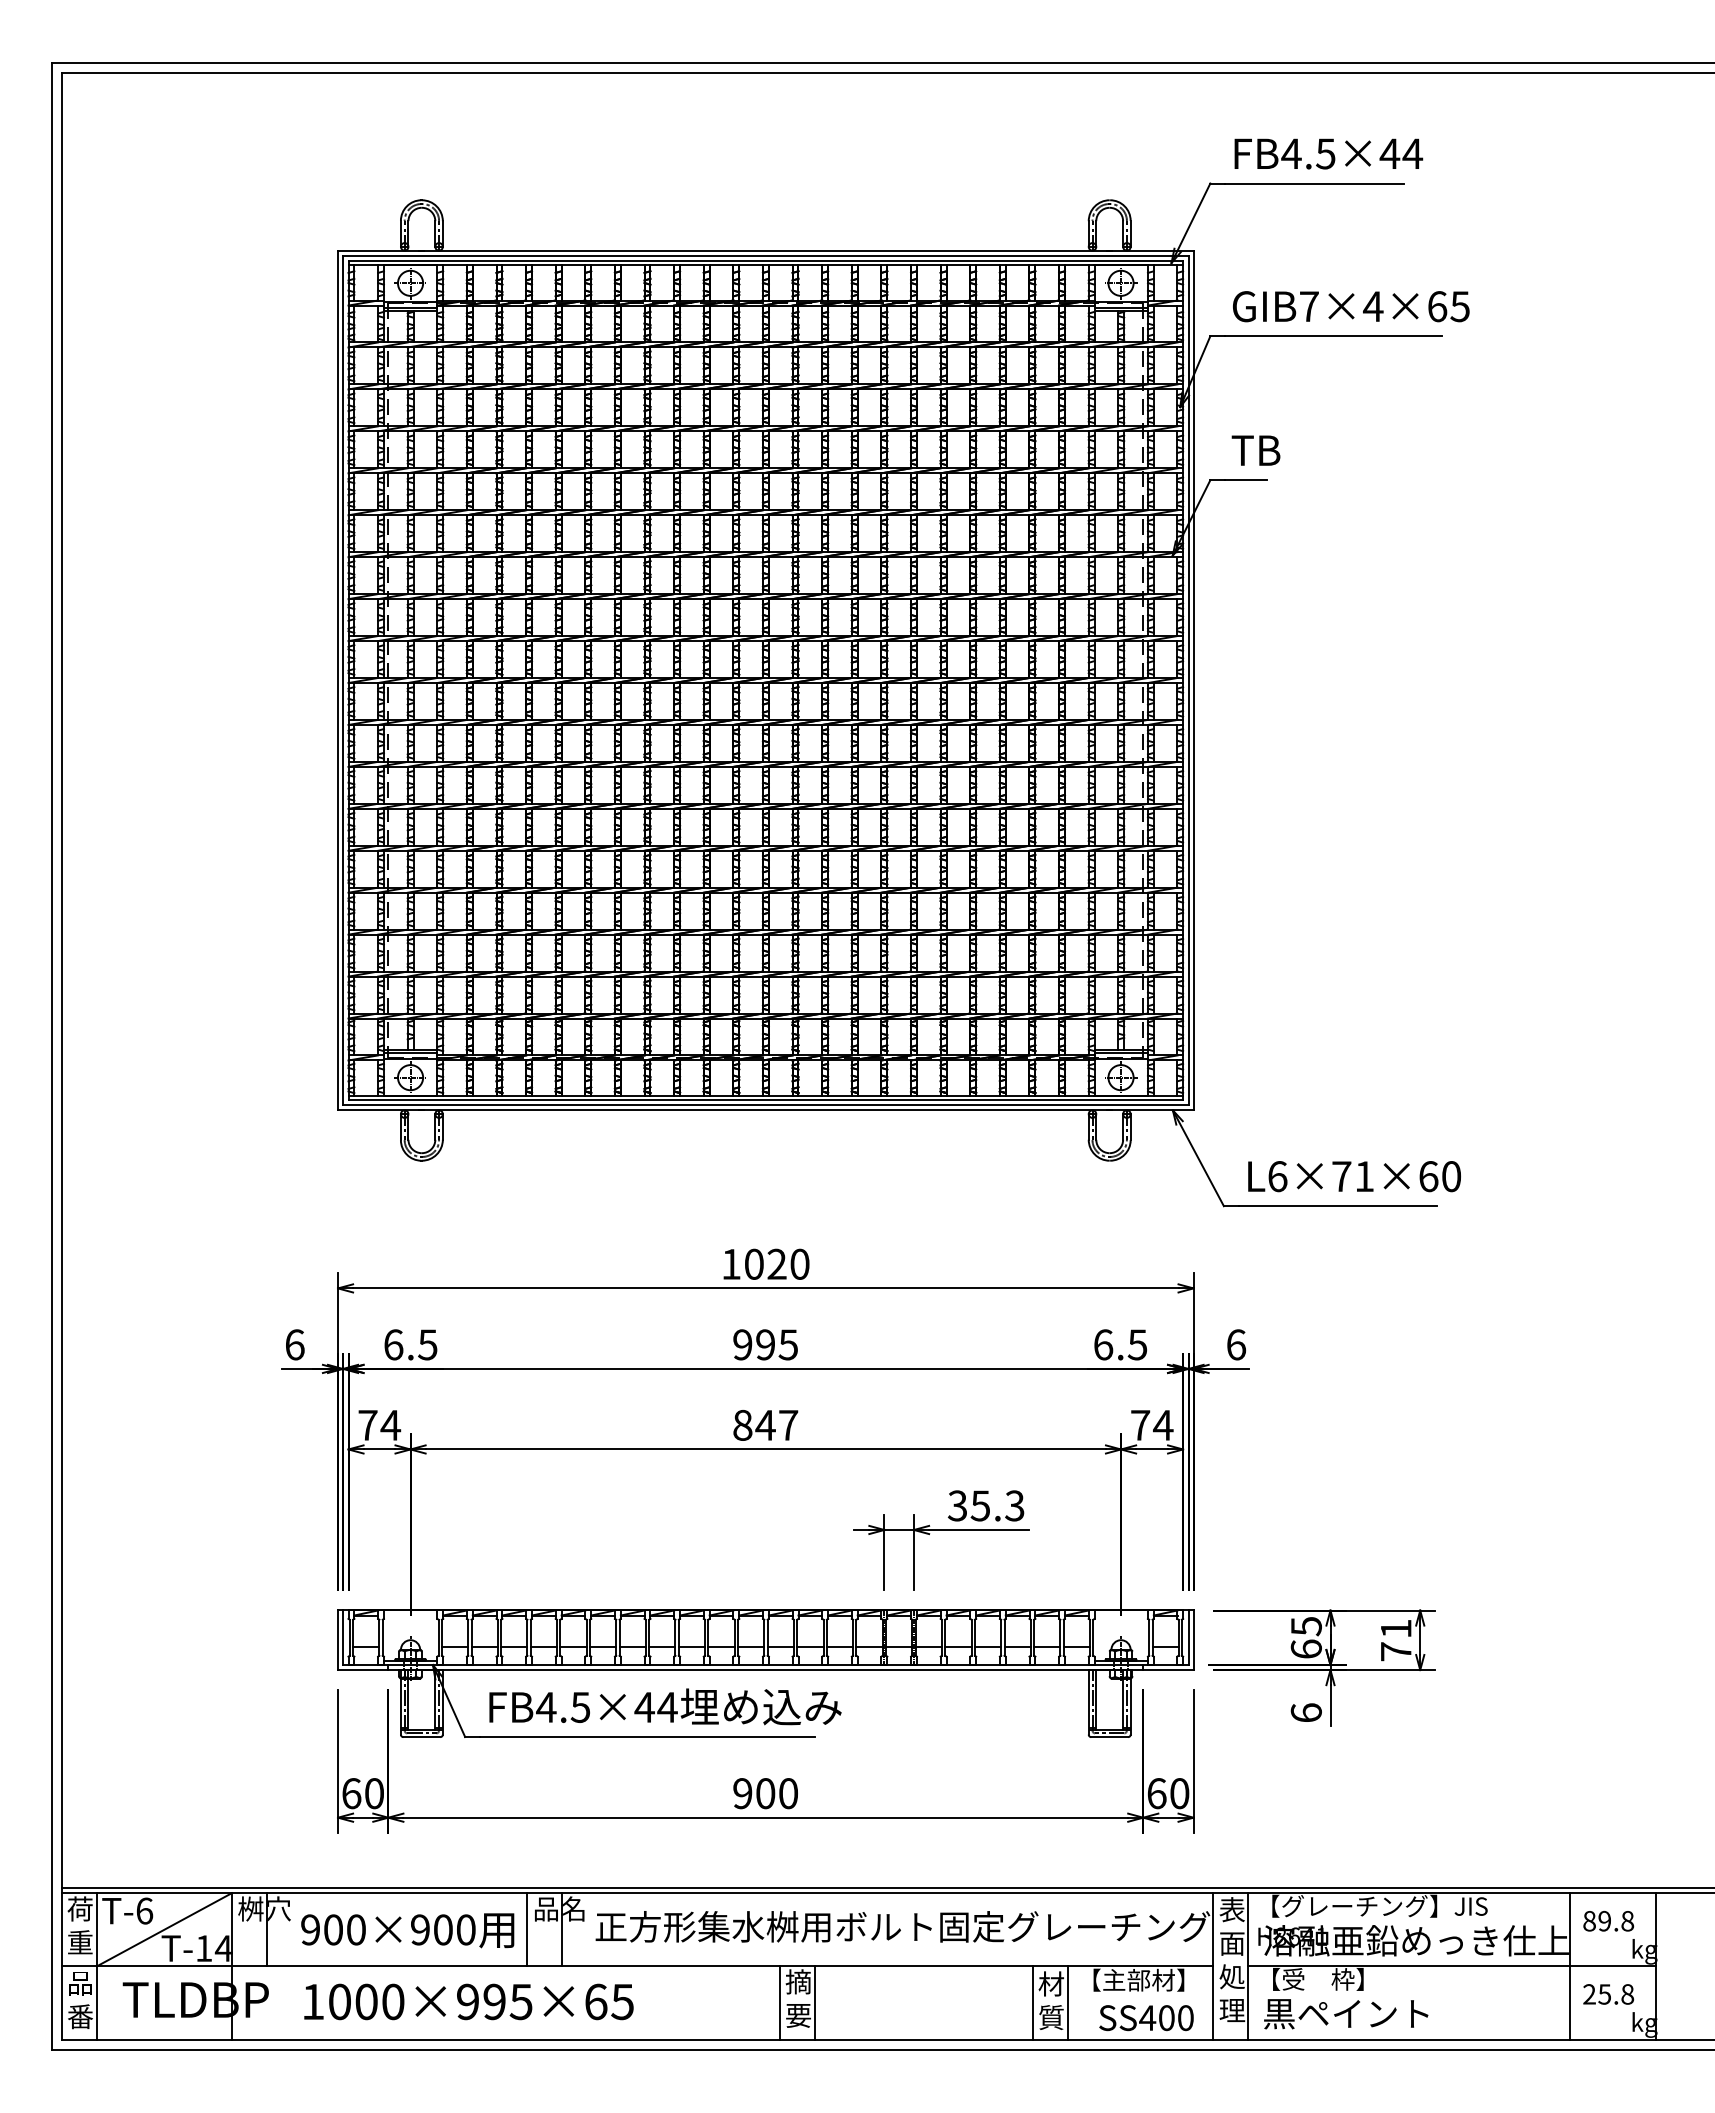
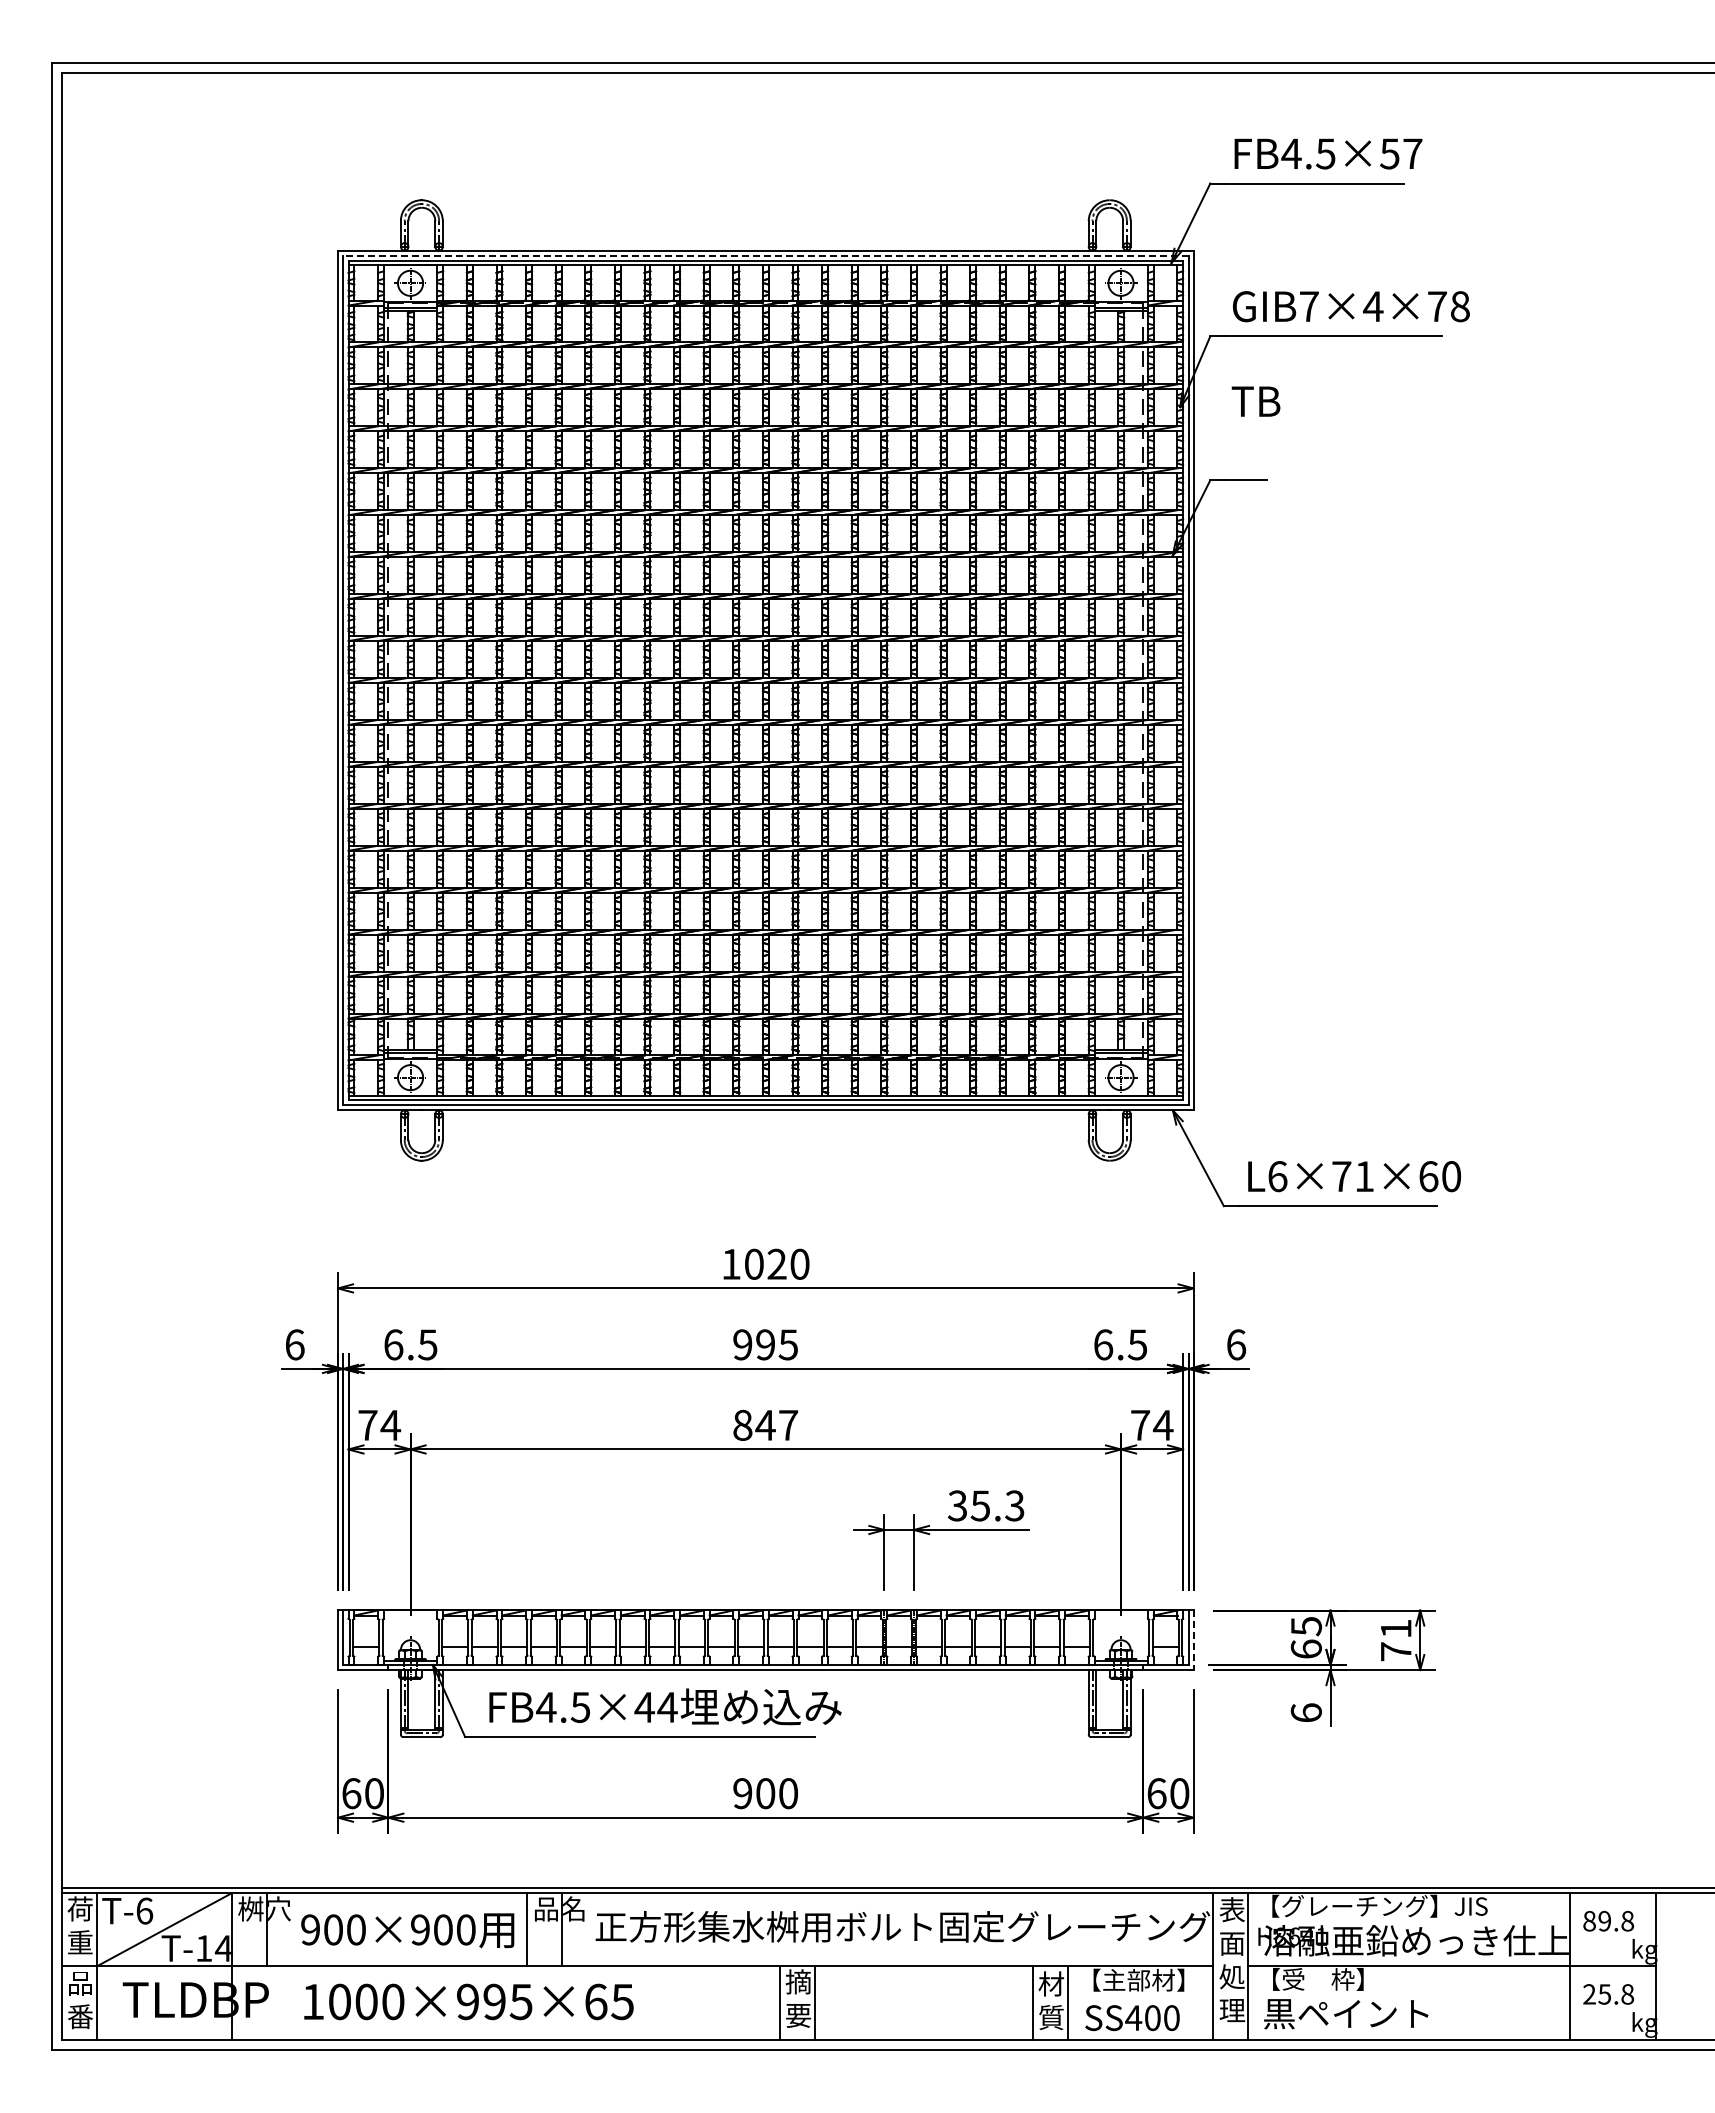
text at (1401, 153): FB4.5×44 -> FB4.5×57
line at (765, 255): solid -> dashed
text at (1448, 306): GIB7×4×65 -> GIB7×4×78
text at (1255, 450) position: (1255, 450) -> (1255, 401)
line at (1193, 1640): solid -> dashed
text at (1146, 2018) position: (1146, 2018) -> (1132, 2018)
